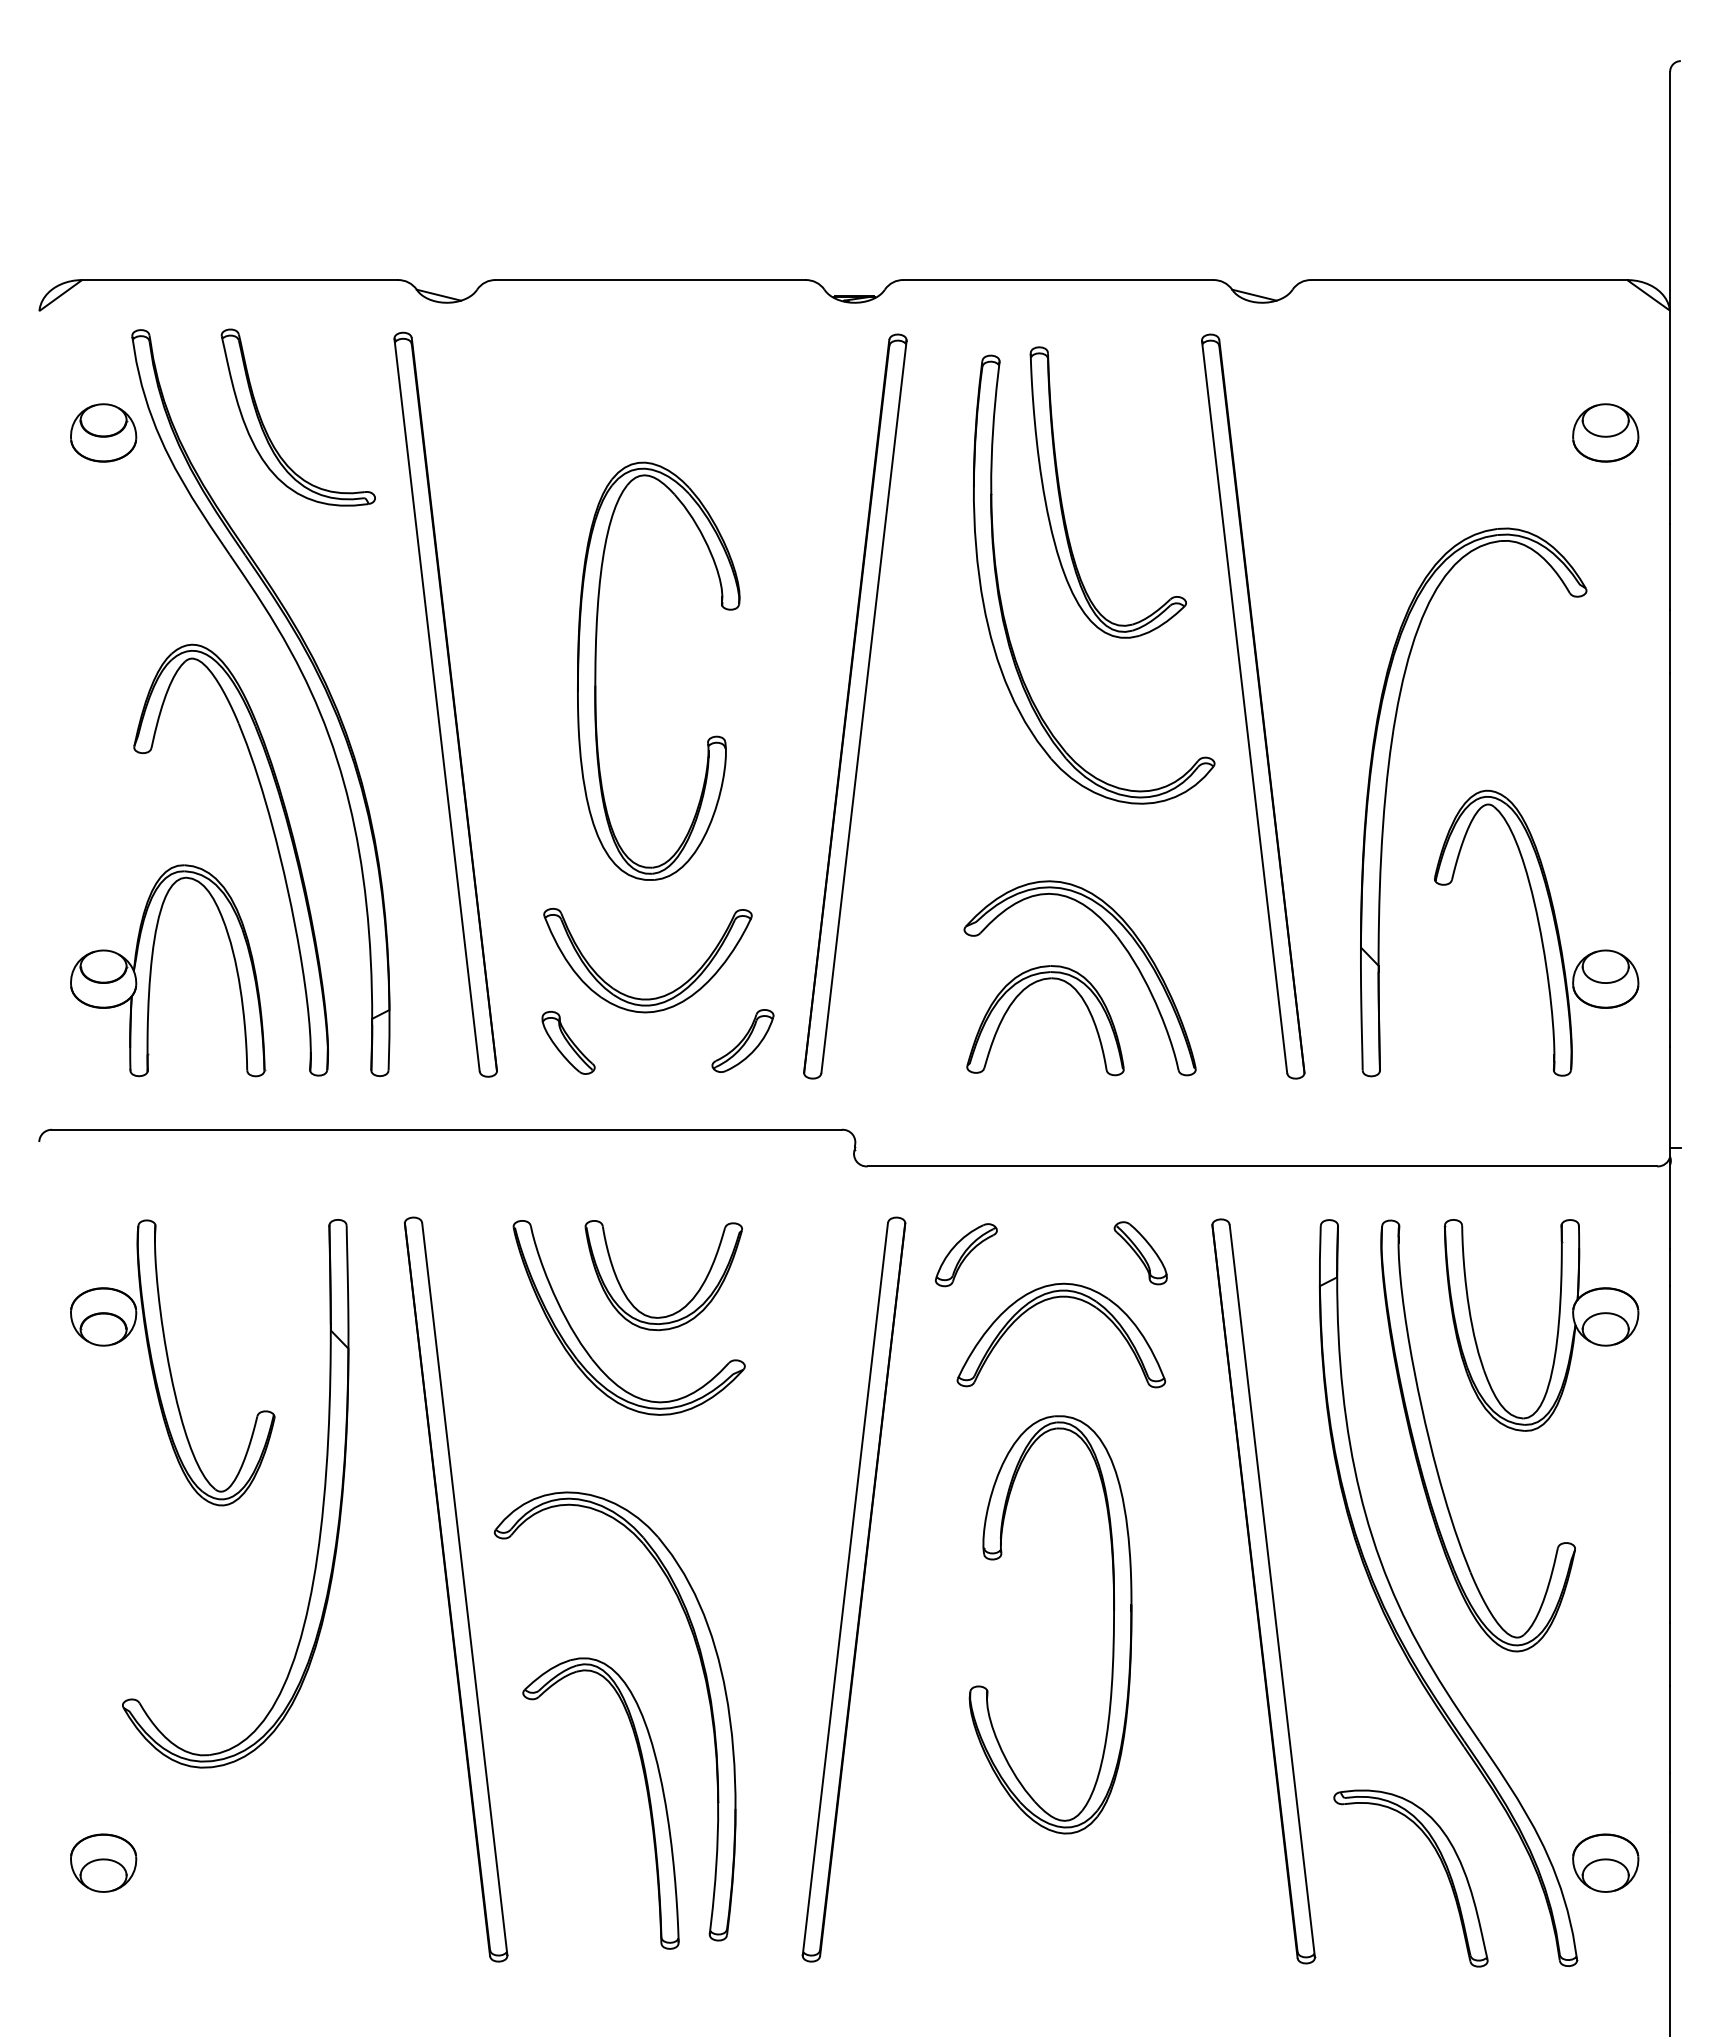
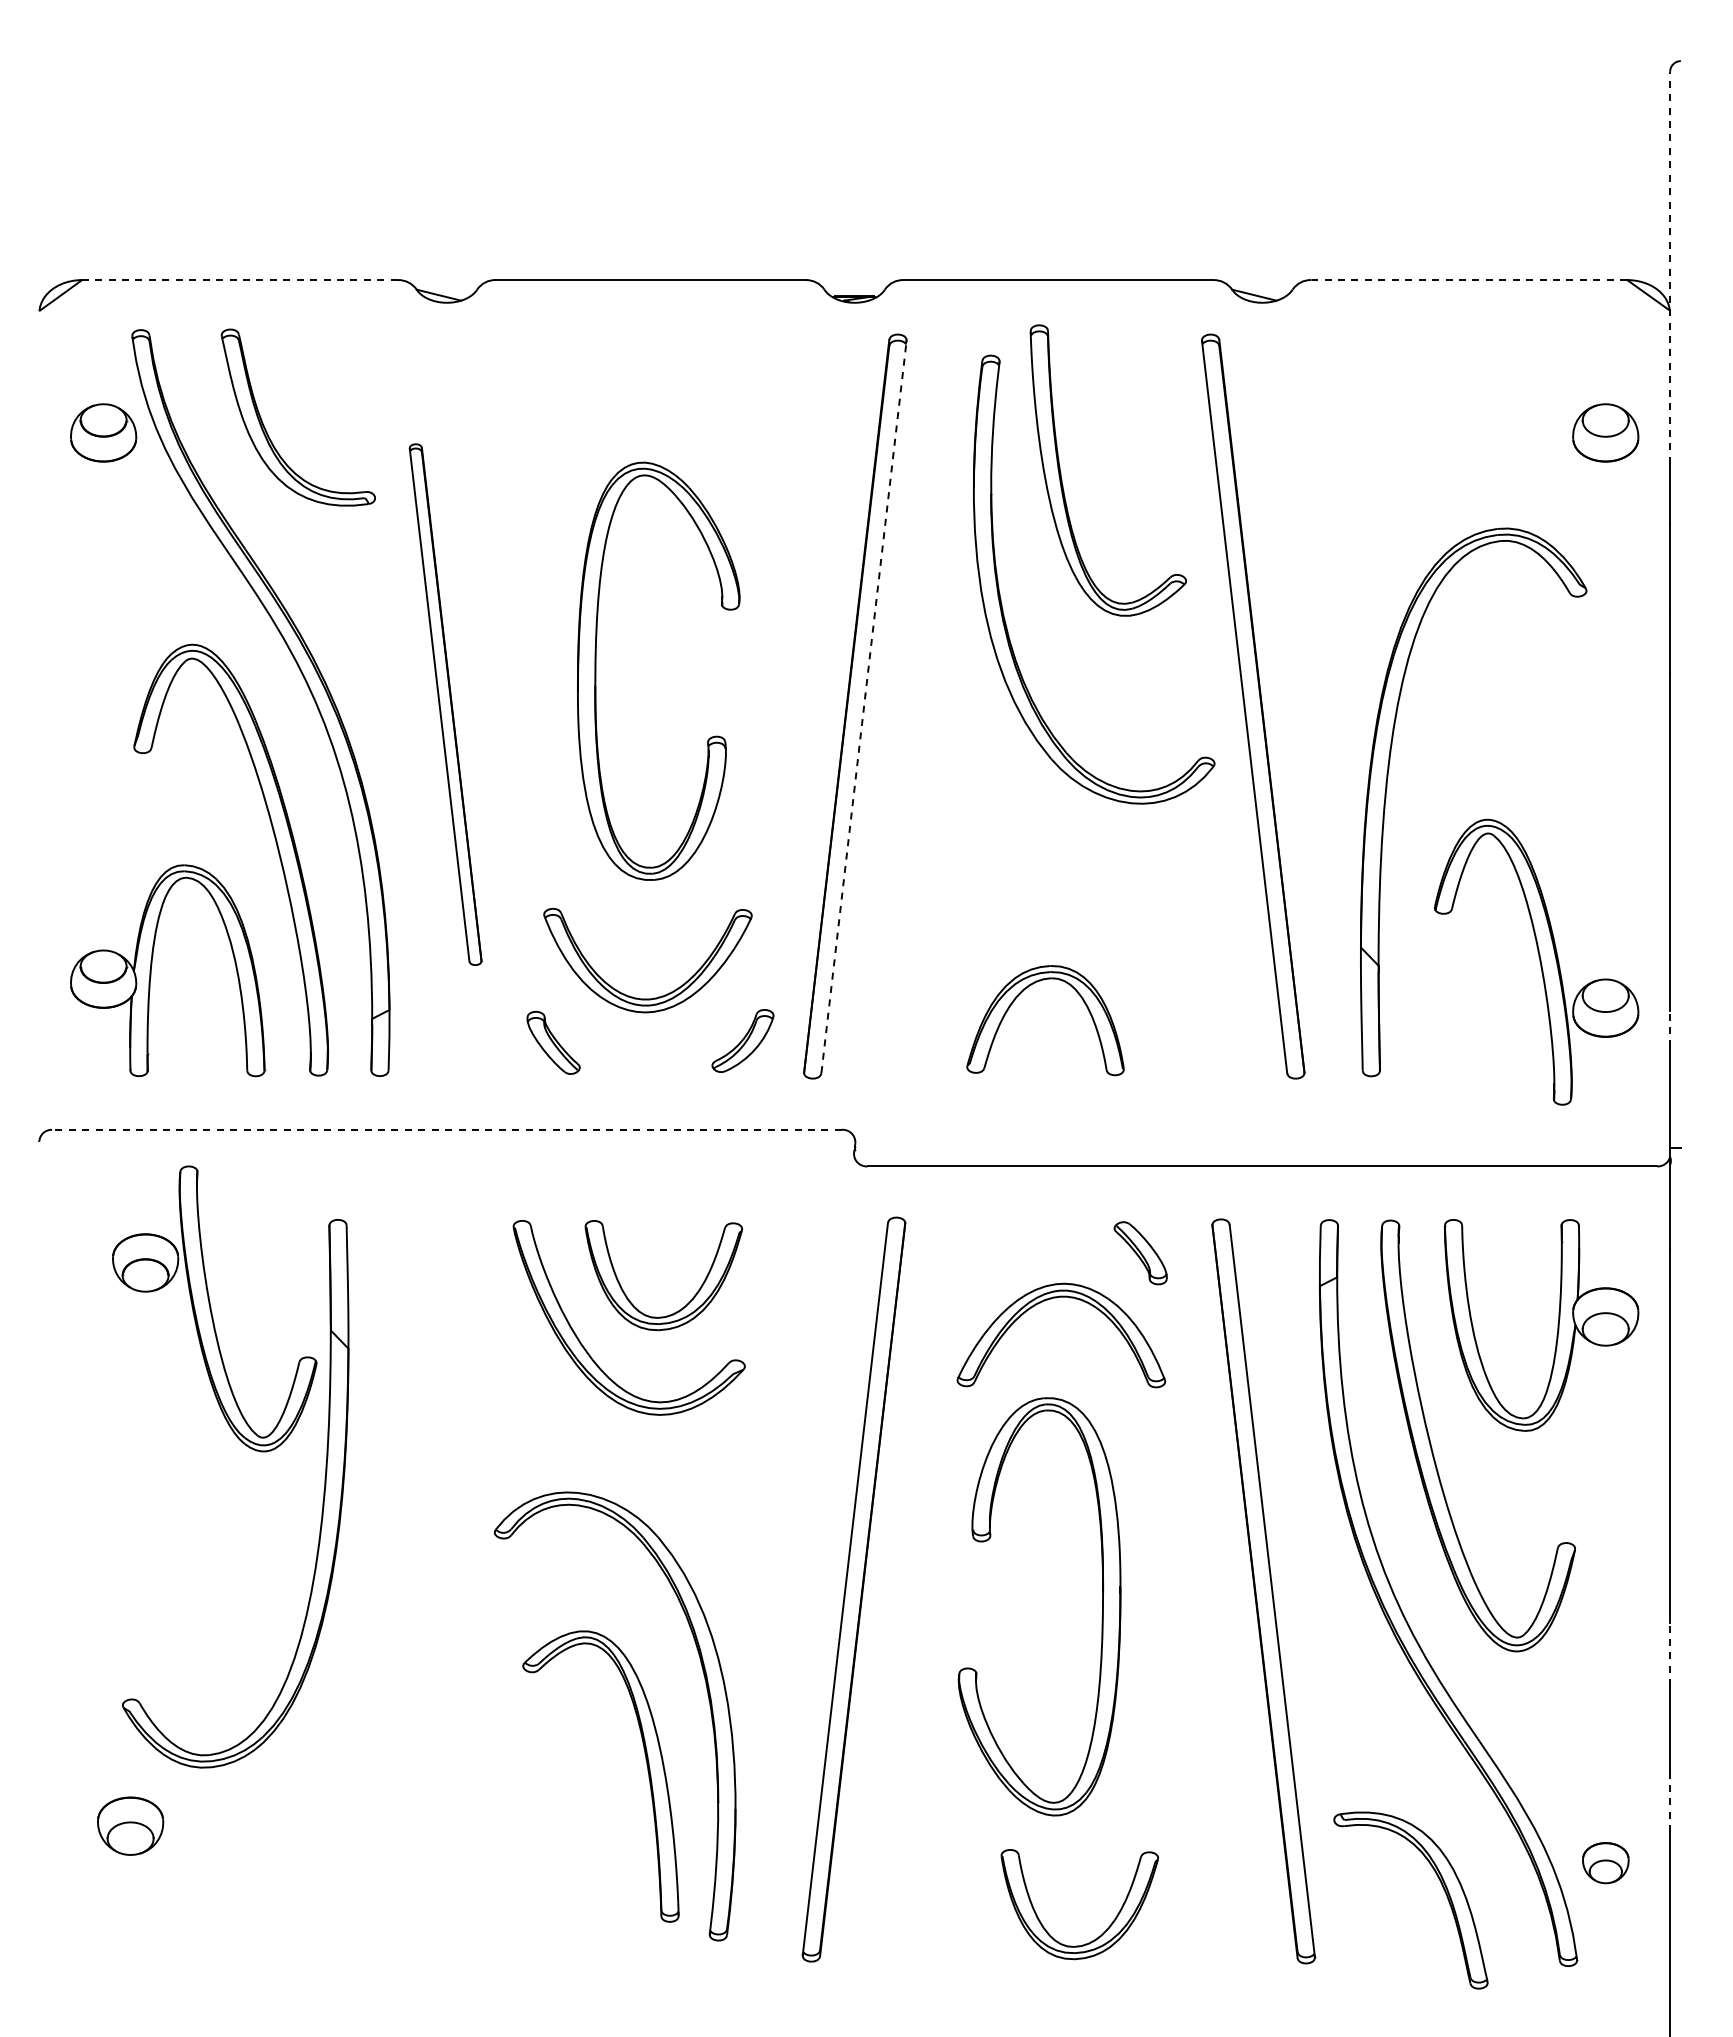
line at (1670, 267): solid -> dashed
line at (239, 280): solid -> dashed
line at (1469, 280): solid -> dashed
part at (1062, 501) position: (1062, 501) -> (1062, 479)
part at (445, 704) size: 105x747 px -> 75x523 px
line at (864, 706): solid -> dashed
part at (1536, 932) position: (1536, 932) -> (1536, 961)
part at (1123, 947): present -> none
line at (1670, 1028): solid -> dashed
part at (568, 1042) position: (568, 1042) -> (553, 1042)
line at (446, 1129): solid -> dashed
part at (965, 1255): present -> none
part at (172, 1362) position: (172, 1362) -> (214, 1308)
part at (456, 1589): present -> none
part at (1113, 1624) position: (1113, 1624) -> (1102, 1606)
line at (1670, 1654): solid -> dashed
part at (647, 1798) position: (647, 1798) -> (647, 1771)
line at (1670, 1802): solid -> dashed
part at (103, 1862) position: (103, 1862) -> (130, 1825)
part at (1605, 1862) size: 68x60 px -> 48x43 px
part at (1441, 1863) position: (1441, 1863) -> (1441, 1885)
part at (1108, 1926): none -> present
